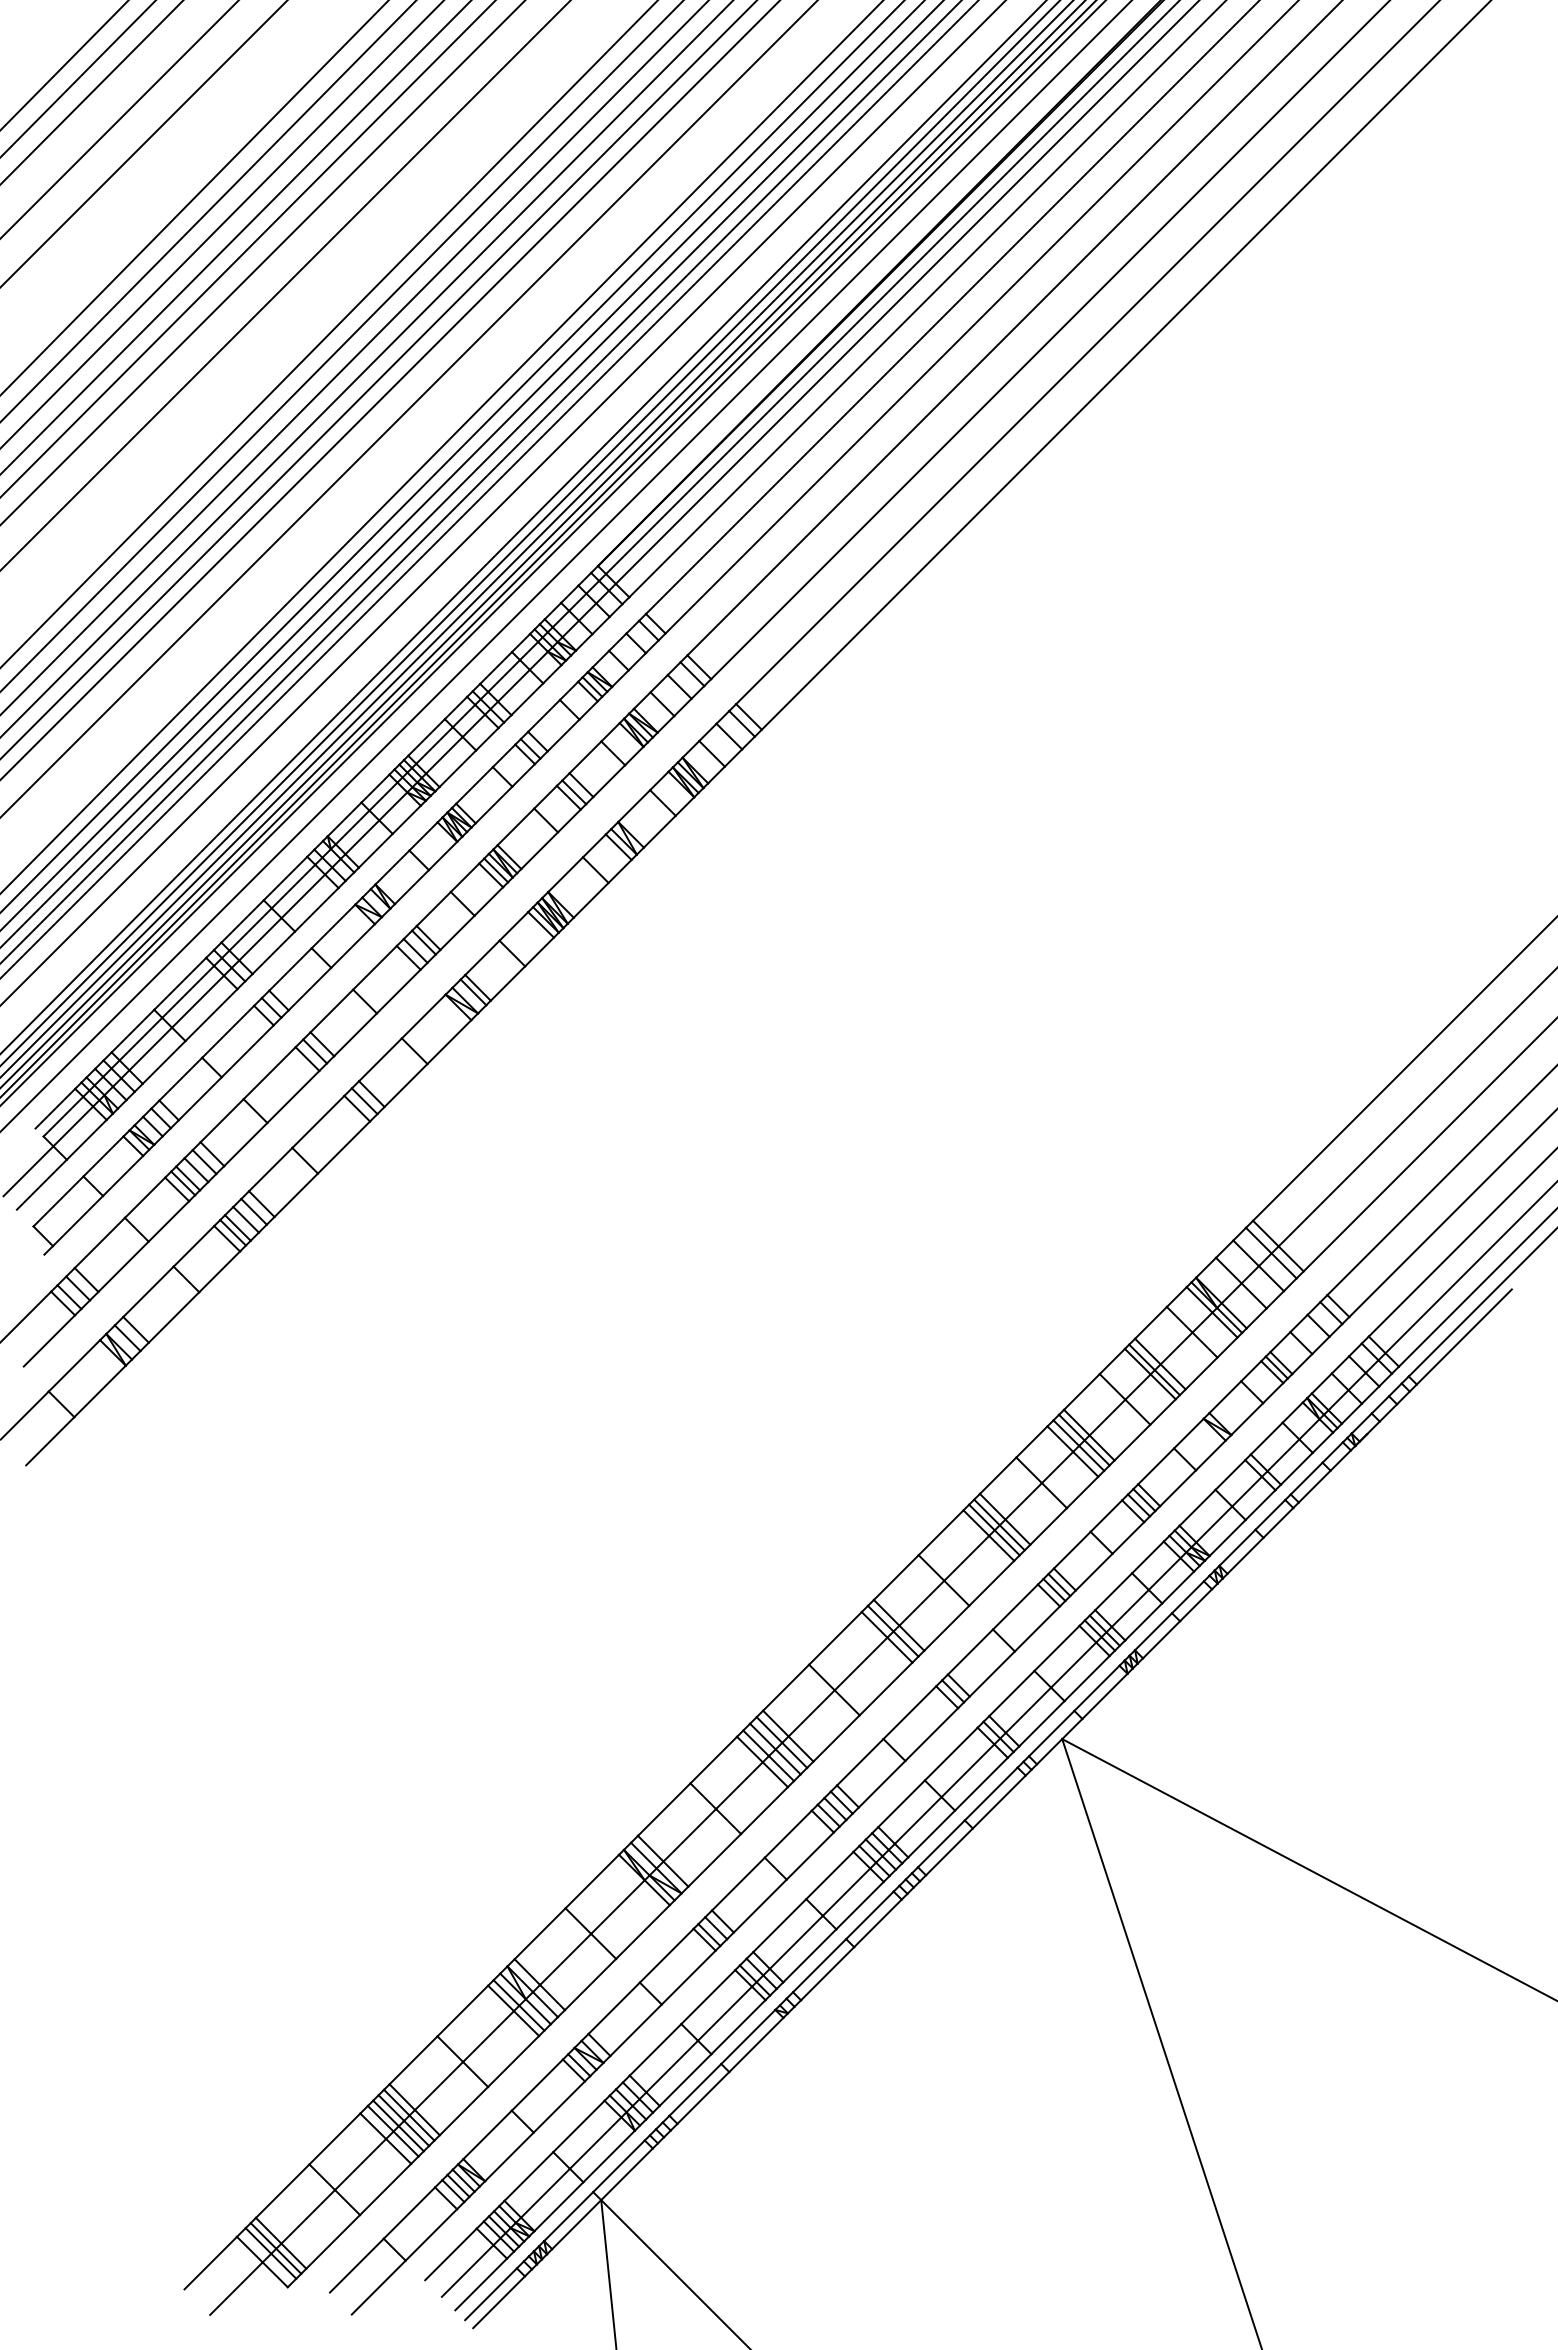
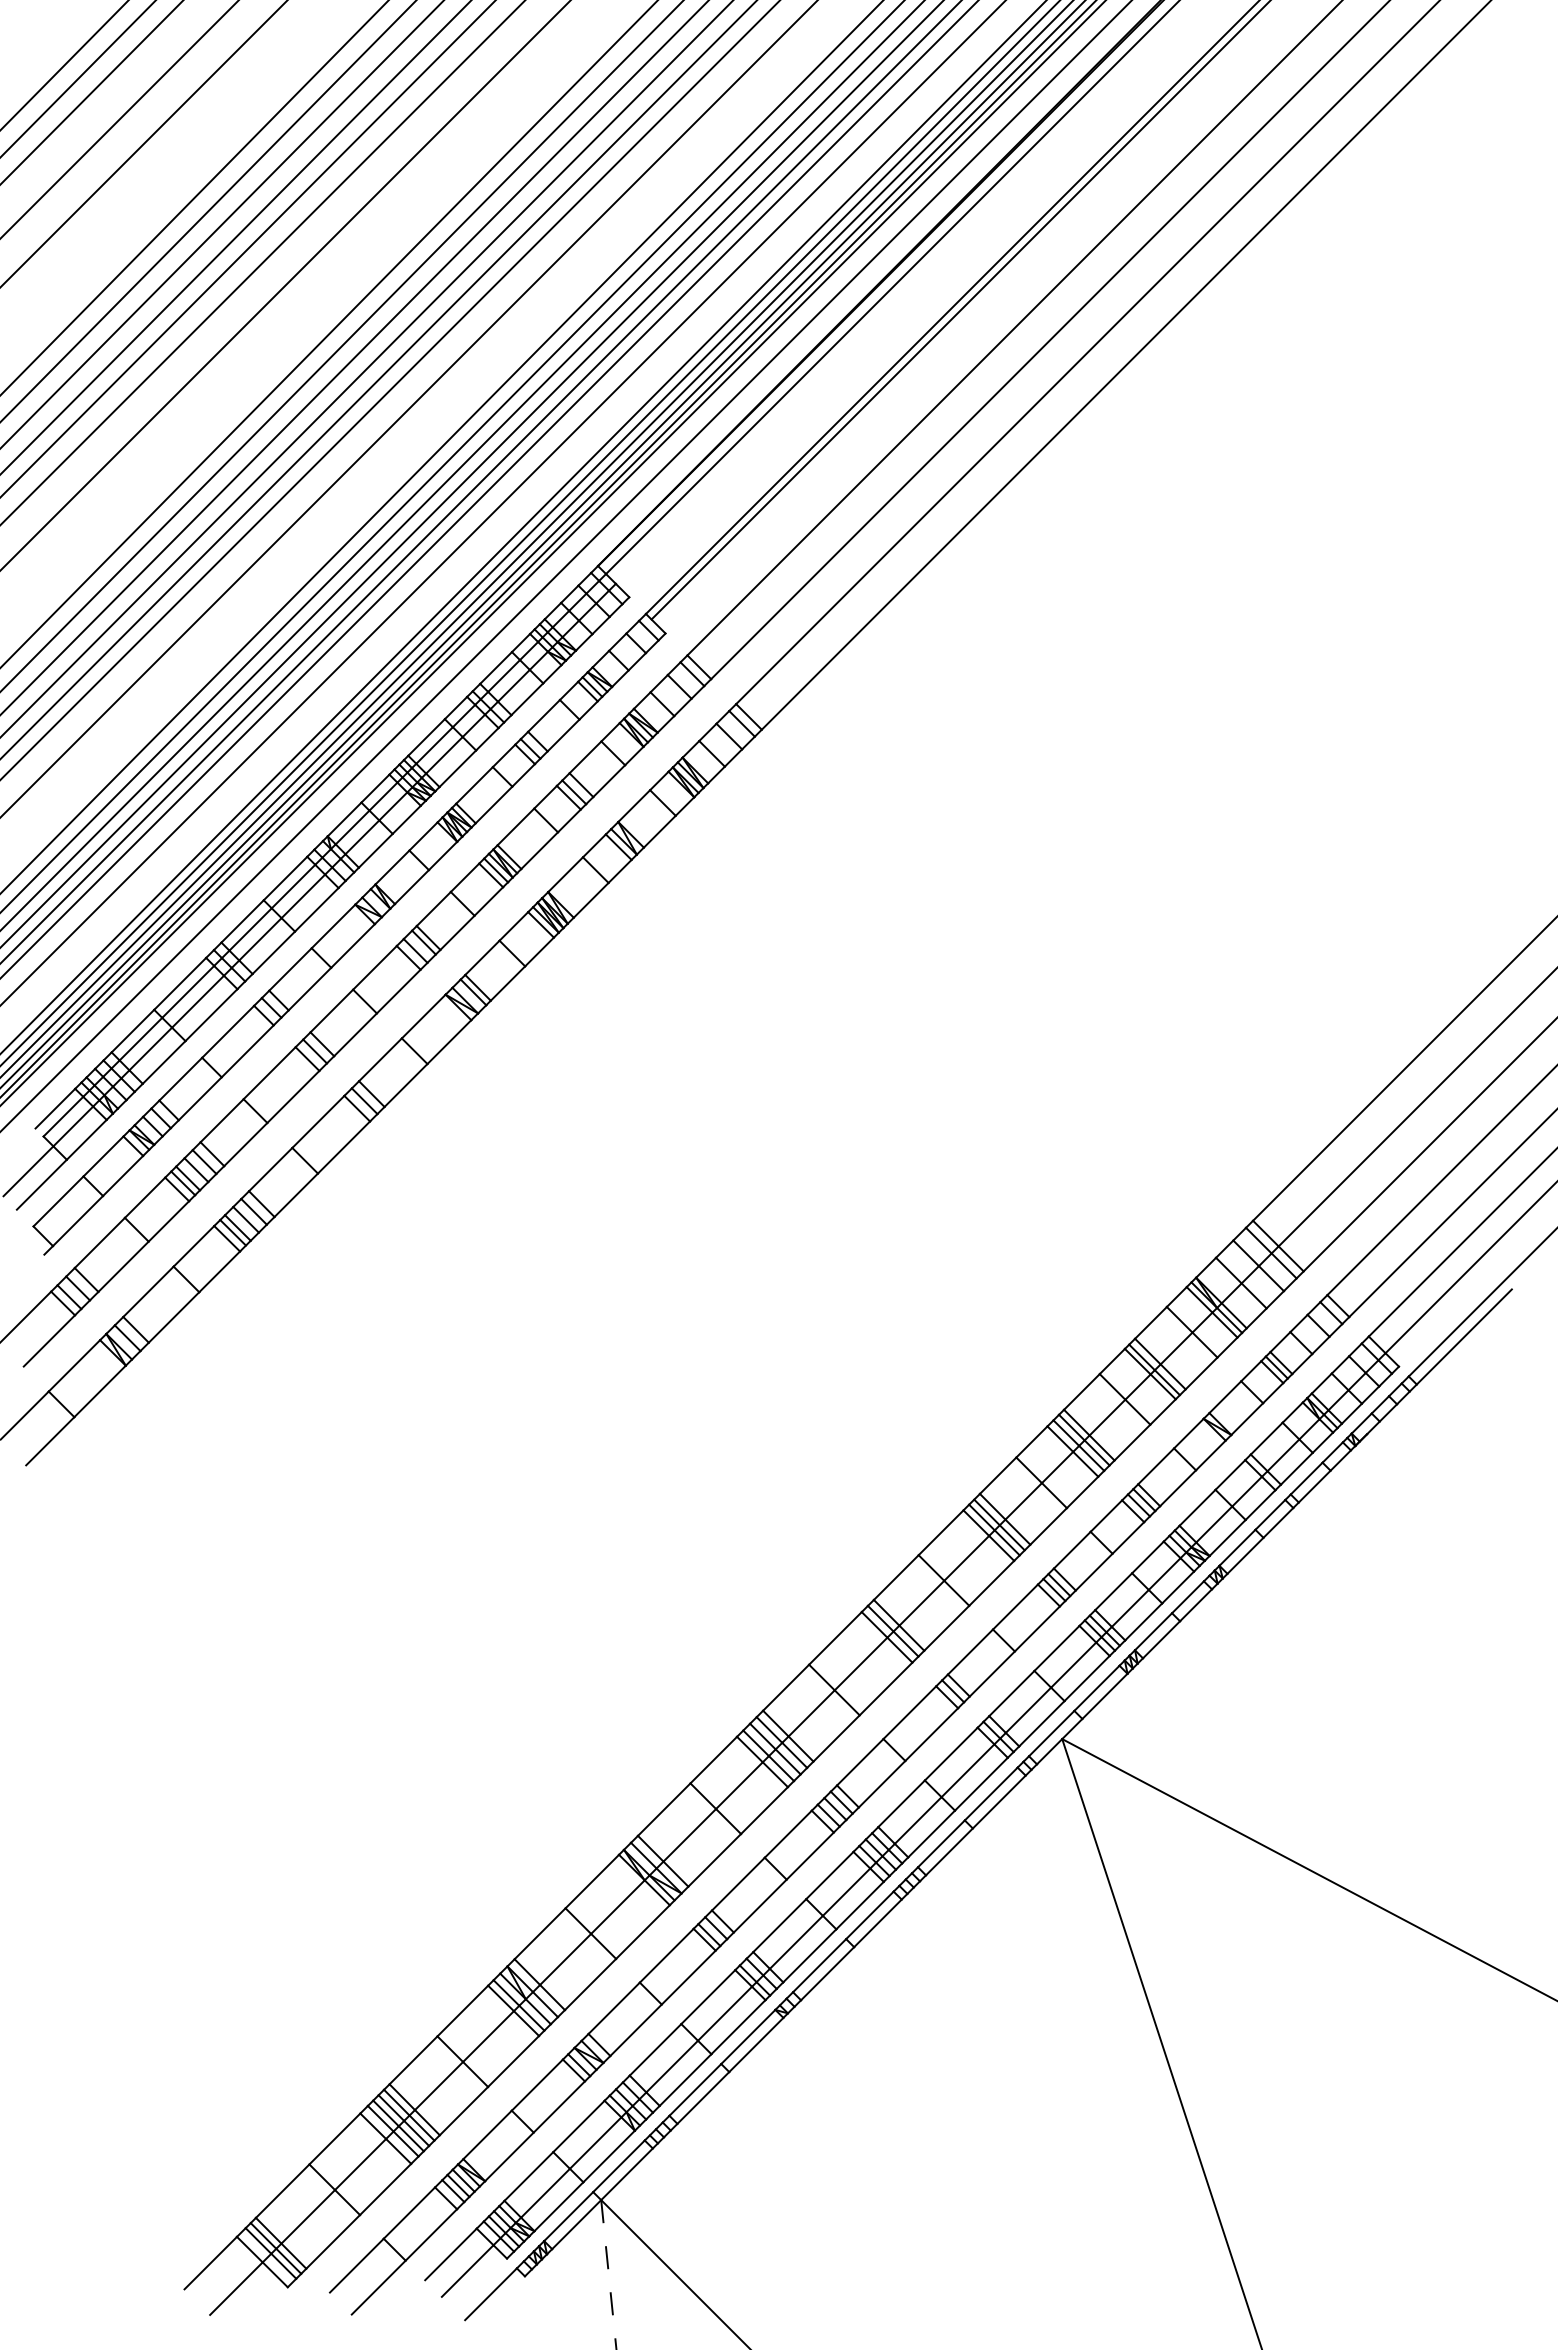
line at (906, 292): present -> none
line at (926, 299): present -> none
line at (980, 317) position: (980, 317) -> (959, 310)
line at (1476, 1288): present -> none
line at (608, 2274): solid -> dashed
line at (481, 2284): present -> none
line at (498, 2302): present -> none
